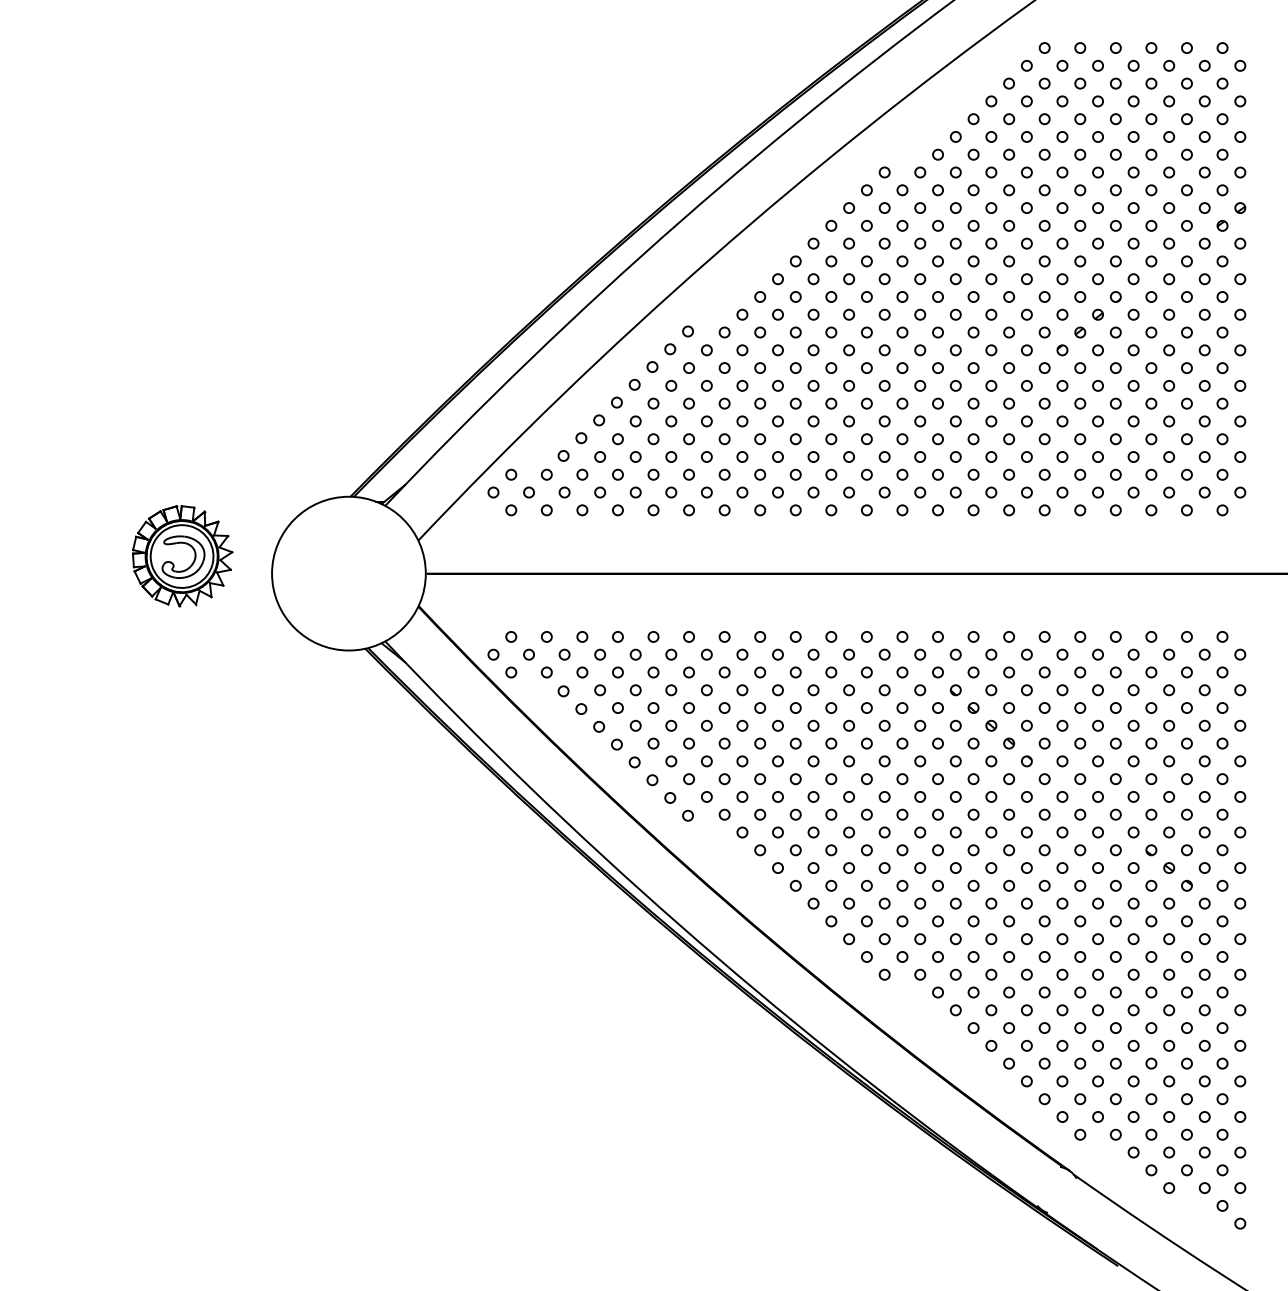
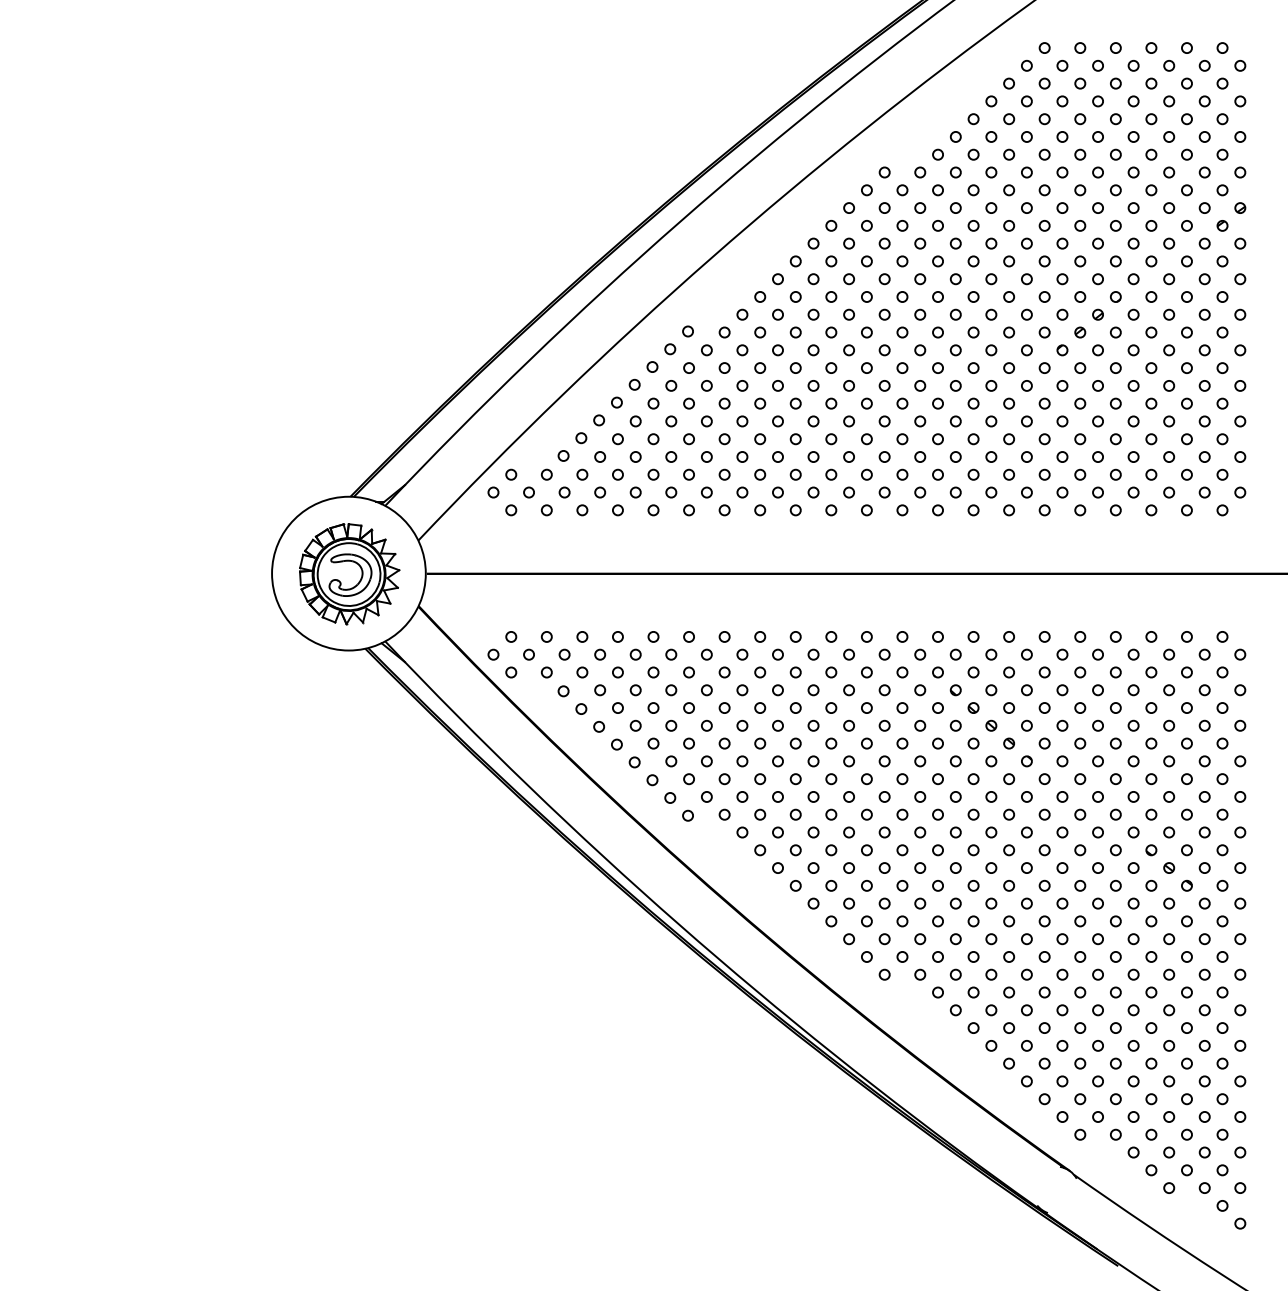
part at (182, 556) position: (182, 556) -> (349, 574)
